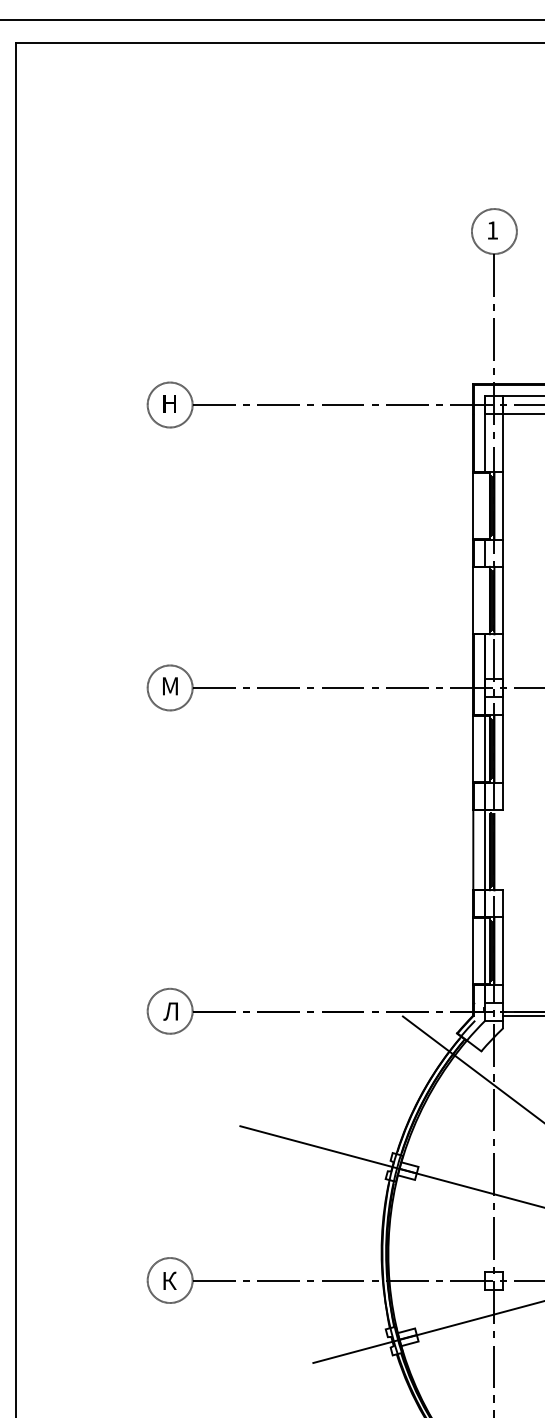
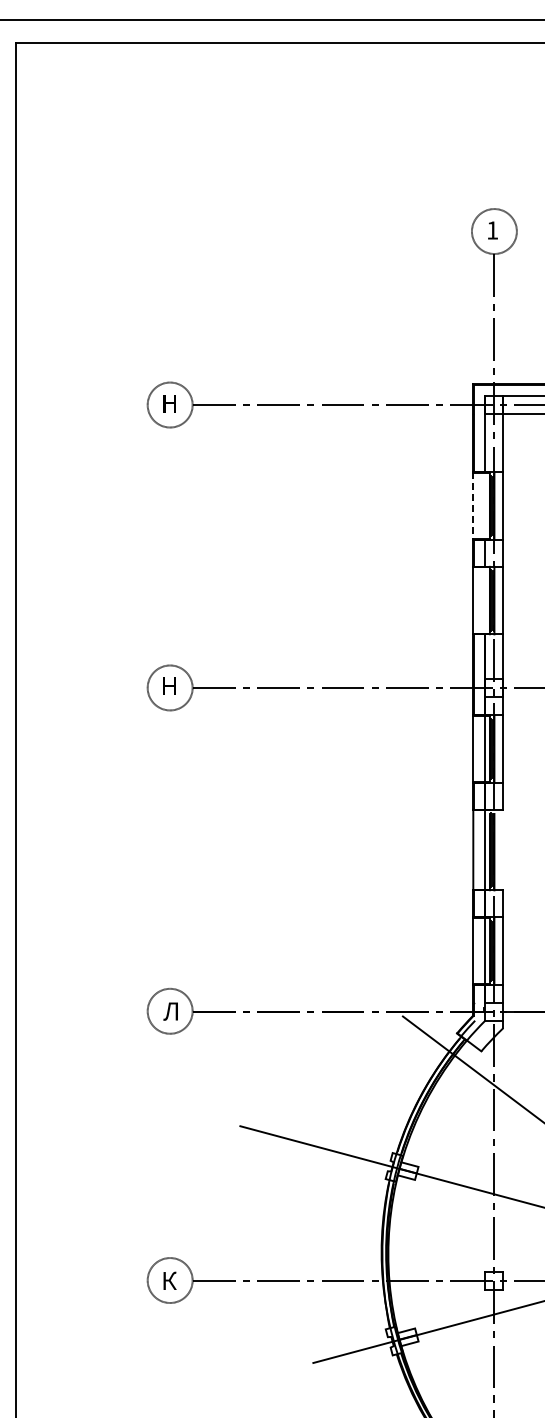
line at (473, 506): solid -> dashed
text at (170, 686): М -> Н
line at (522, 1016): present -> none
